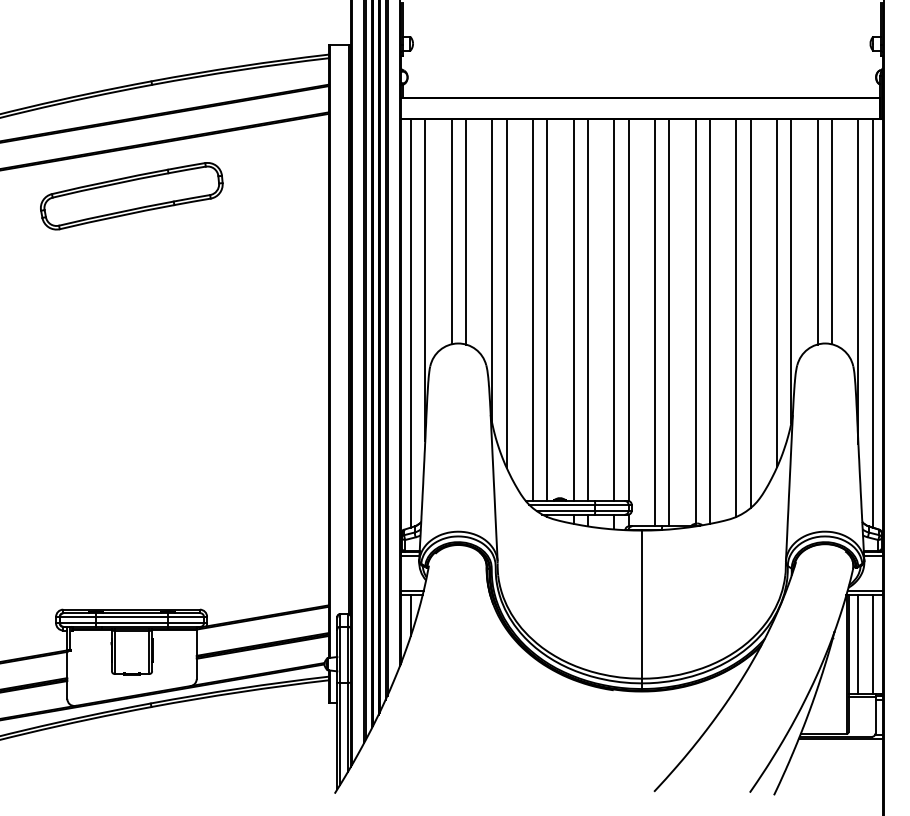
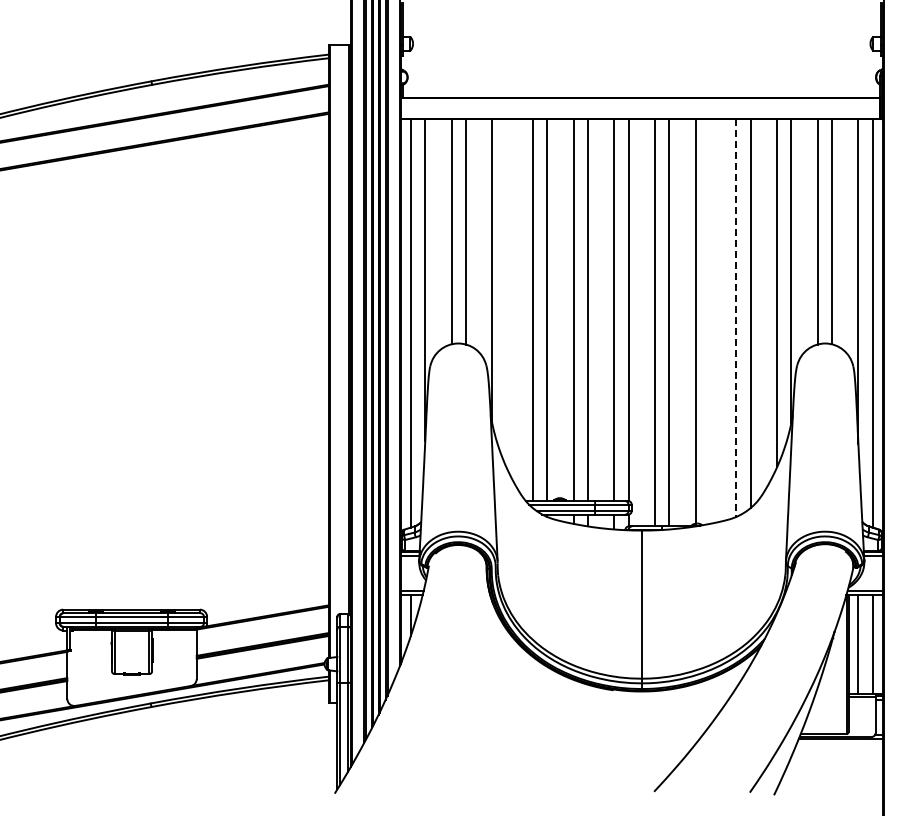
part at (131, 196): present -> none
line at (506, 293): present -> none
line at (736, 318): solid -> dashed
line at (710, 321): present -> none
